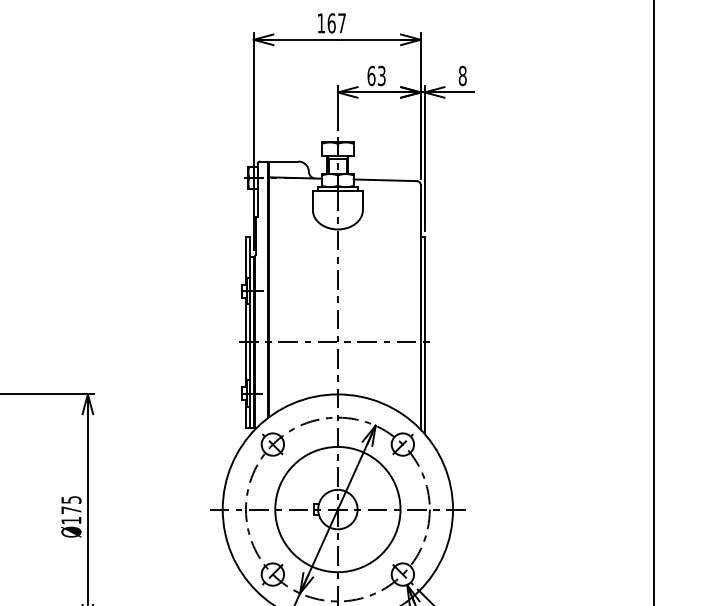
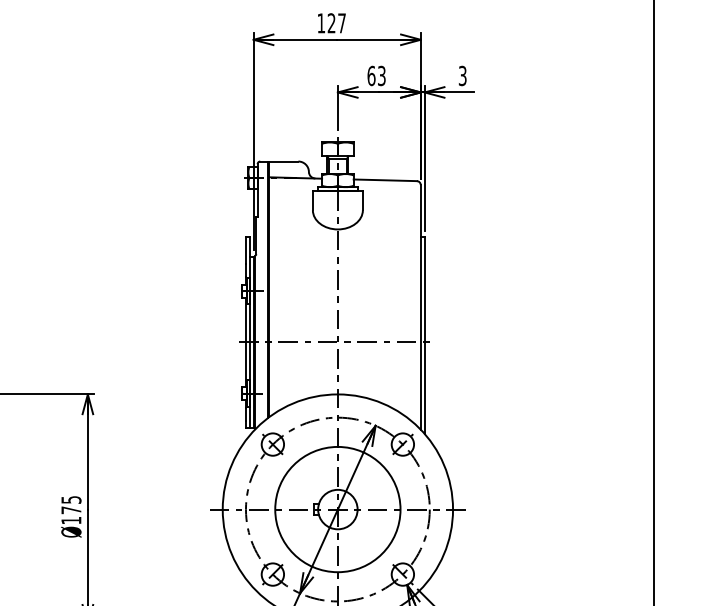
text at (331, 23): 167 -> 127
text at (462, 75): 8 -> 3
